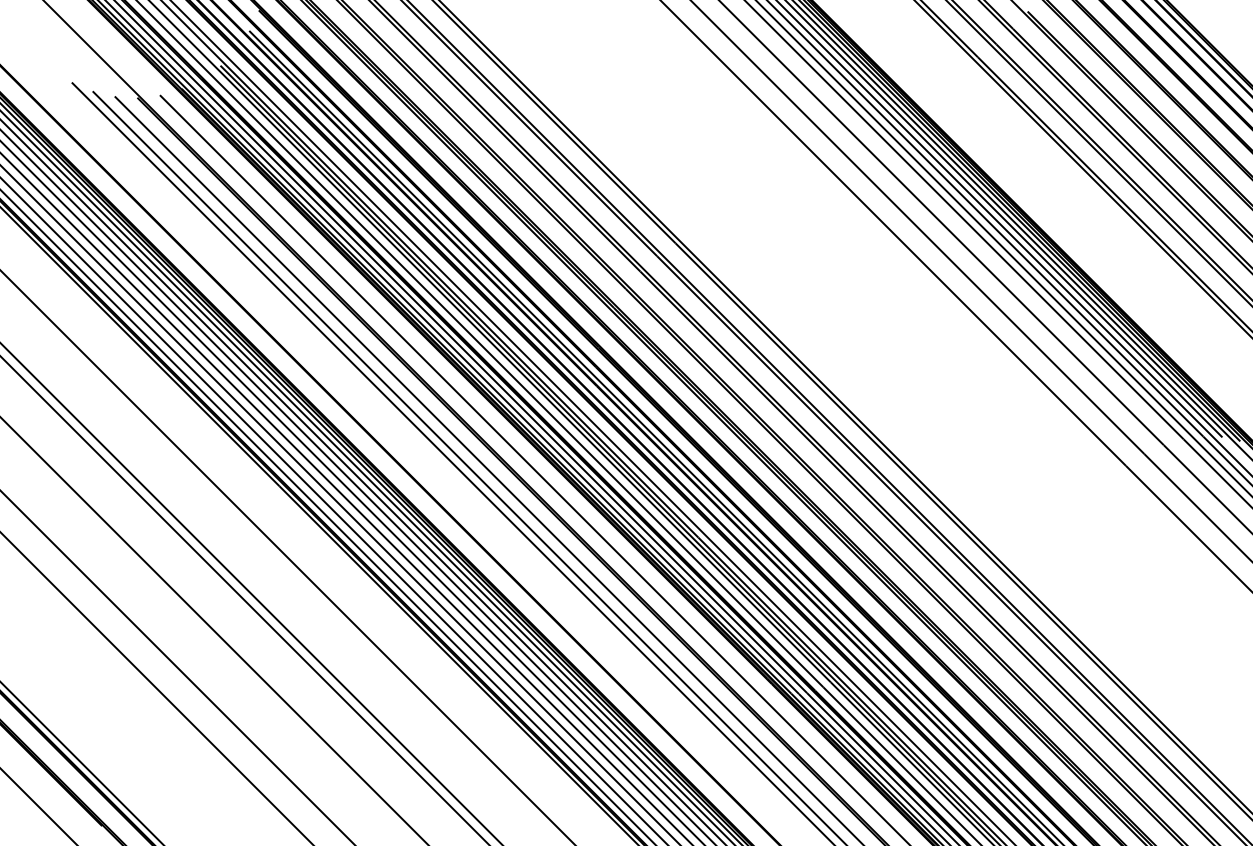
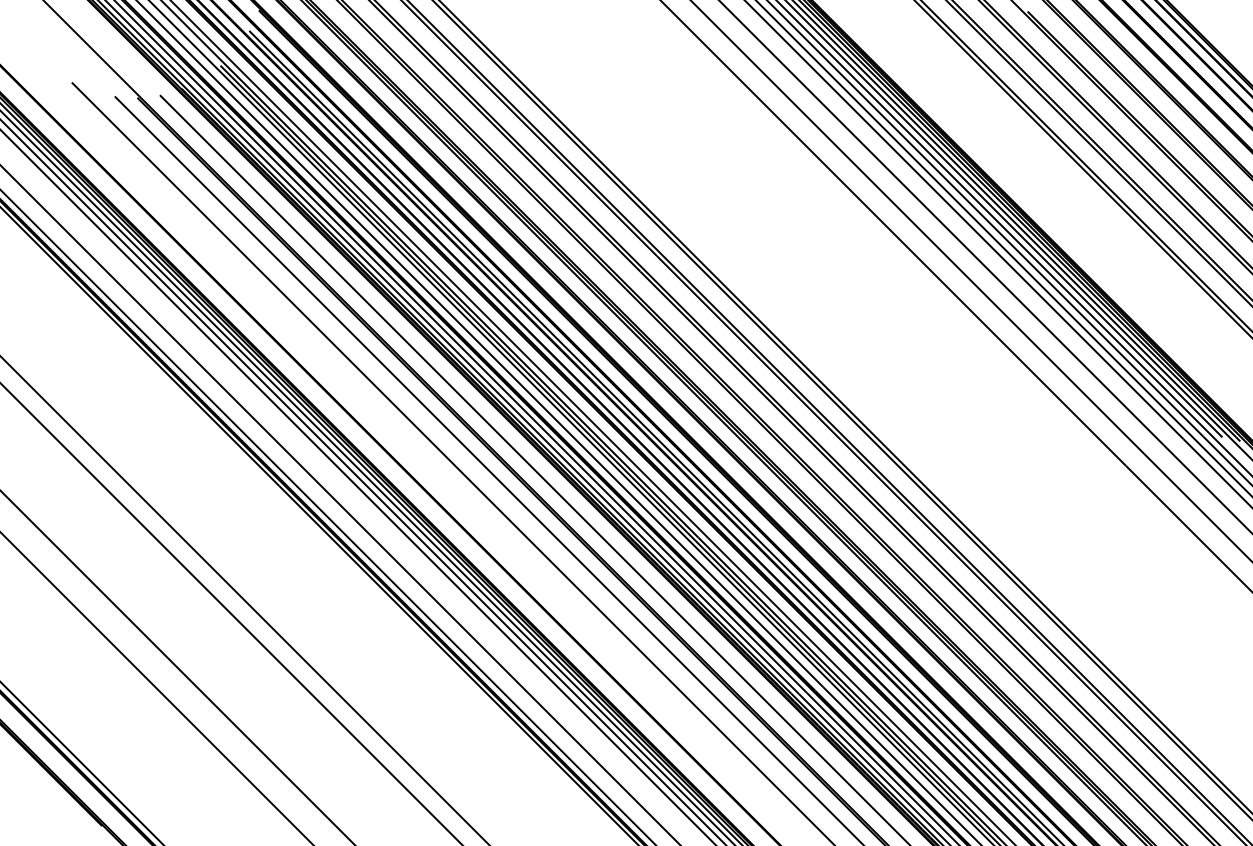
line at (468, 466): present -> none
line at (352, 492): present -> none
line at (346, 498): present -> none
line at (333, 510): present -> none
line at (287, 557): present -> none
line at (251, 593): present -> none
line at (214, 630) position: (214, 630) -> (231, 613)
line at (38, 806): present -> none
